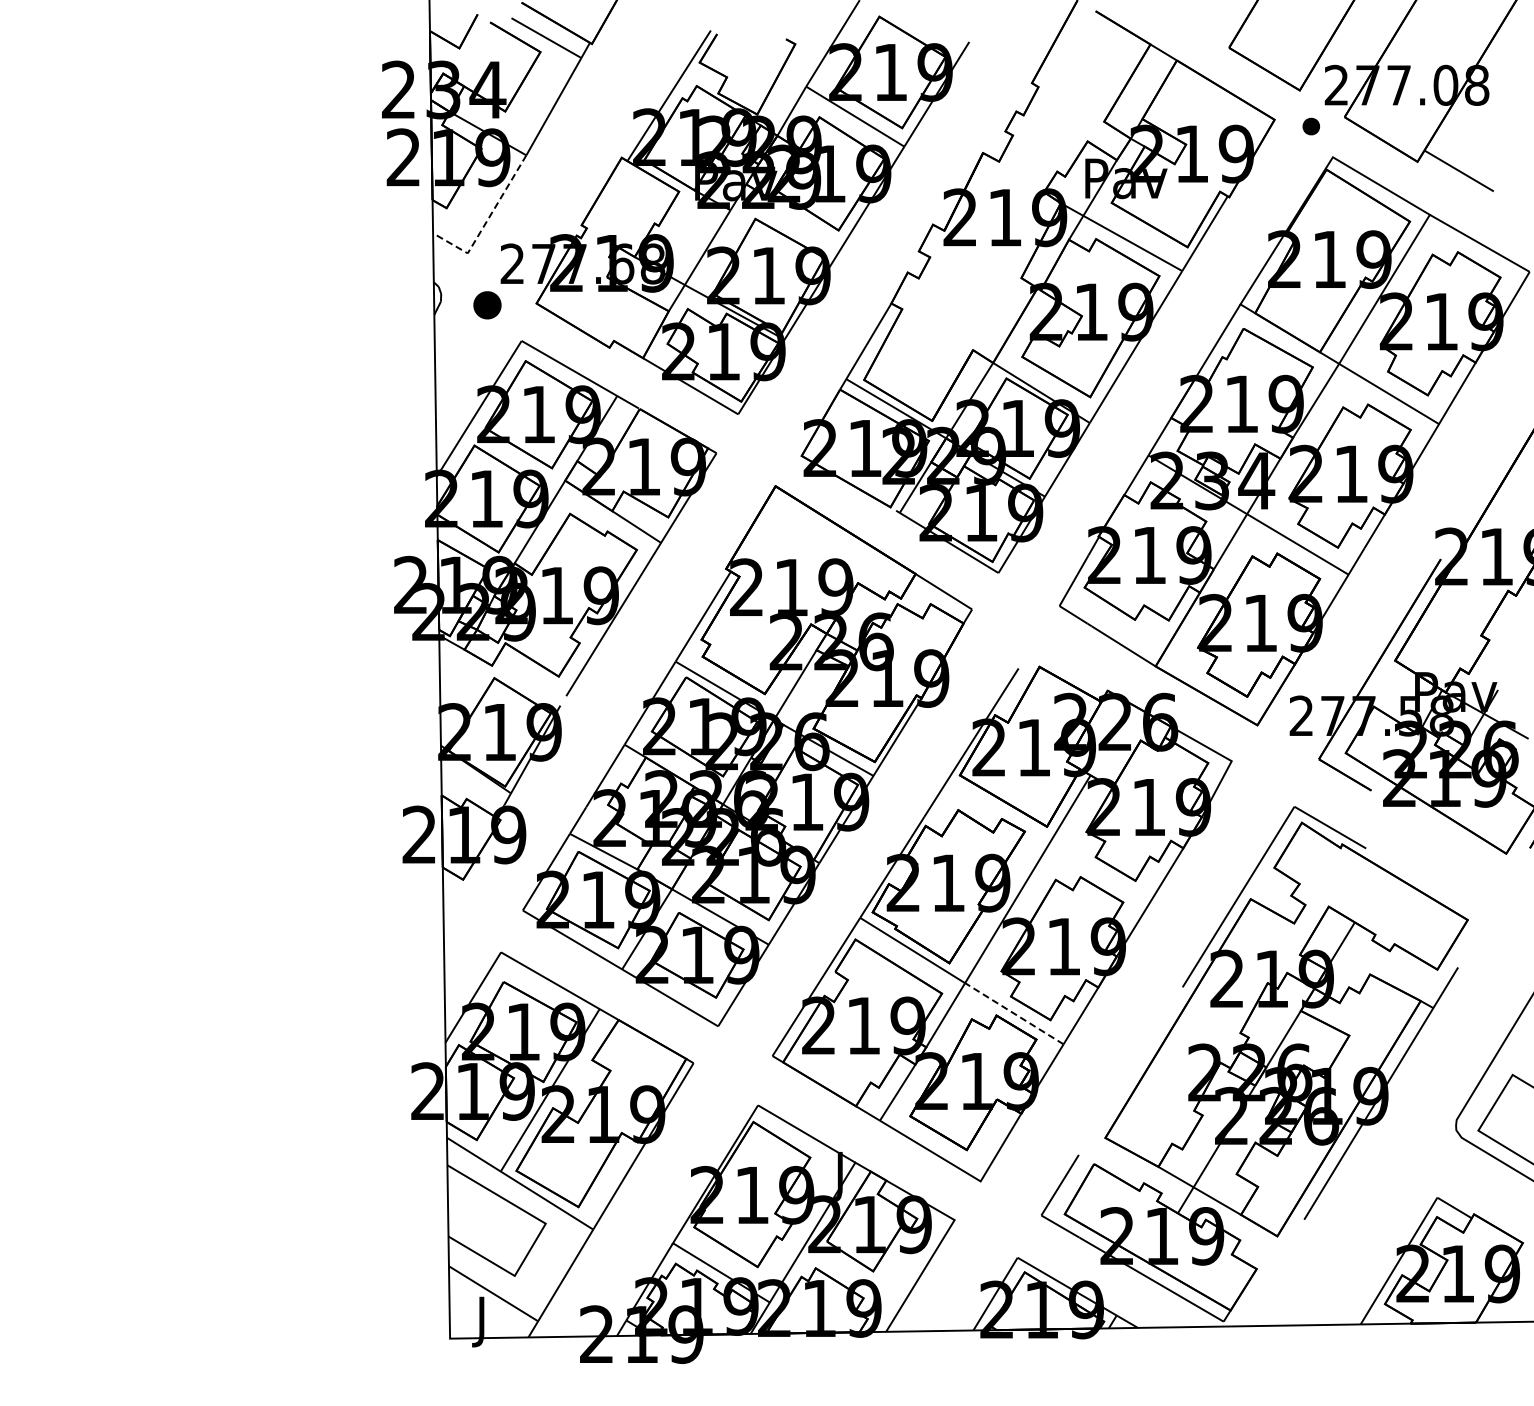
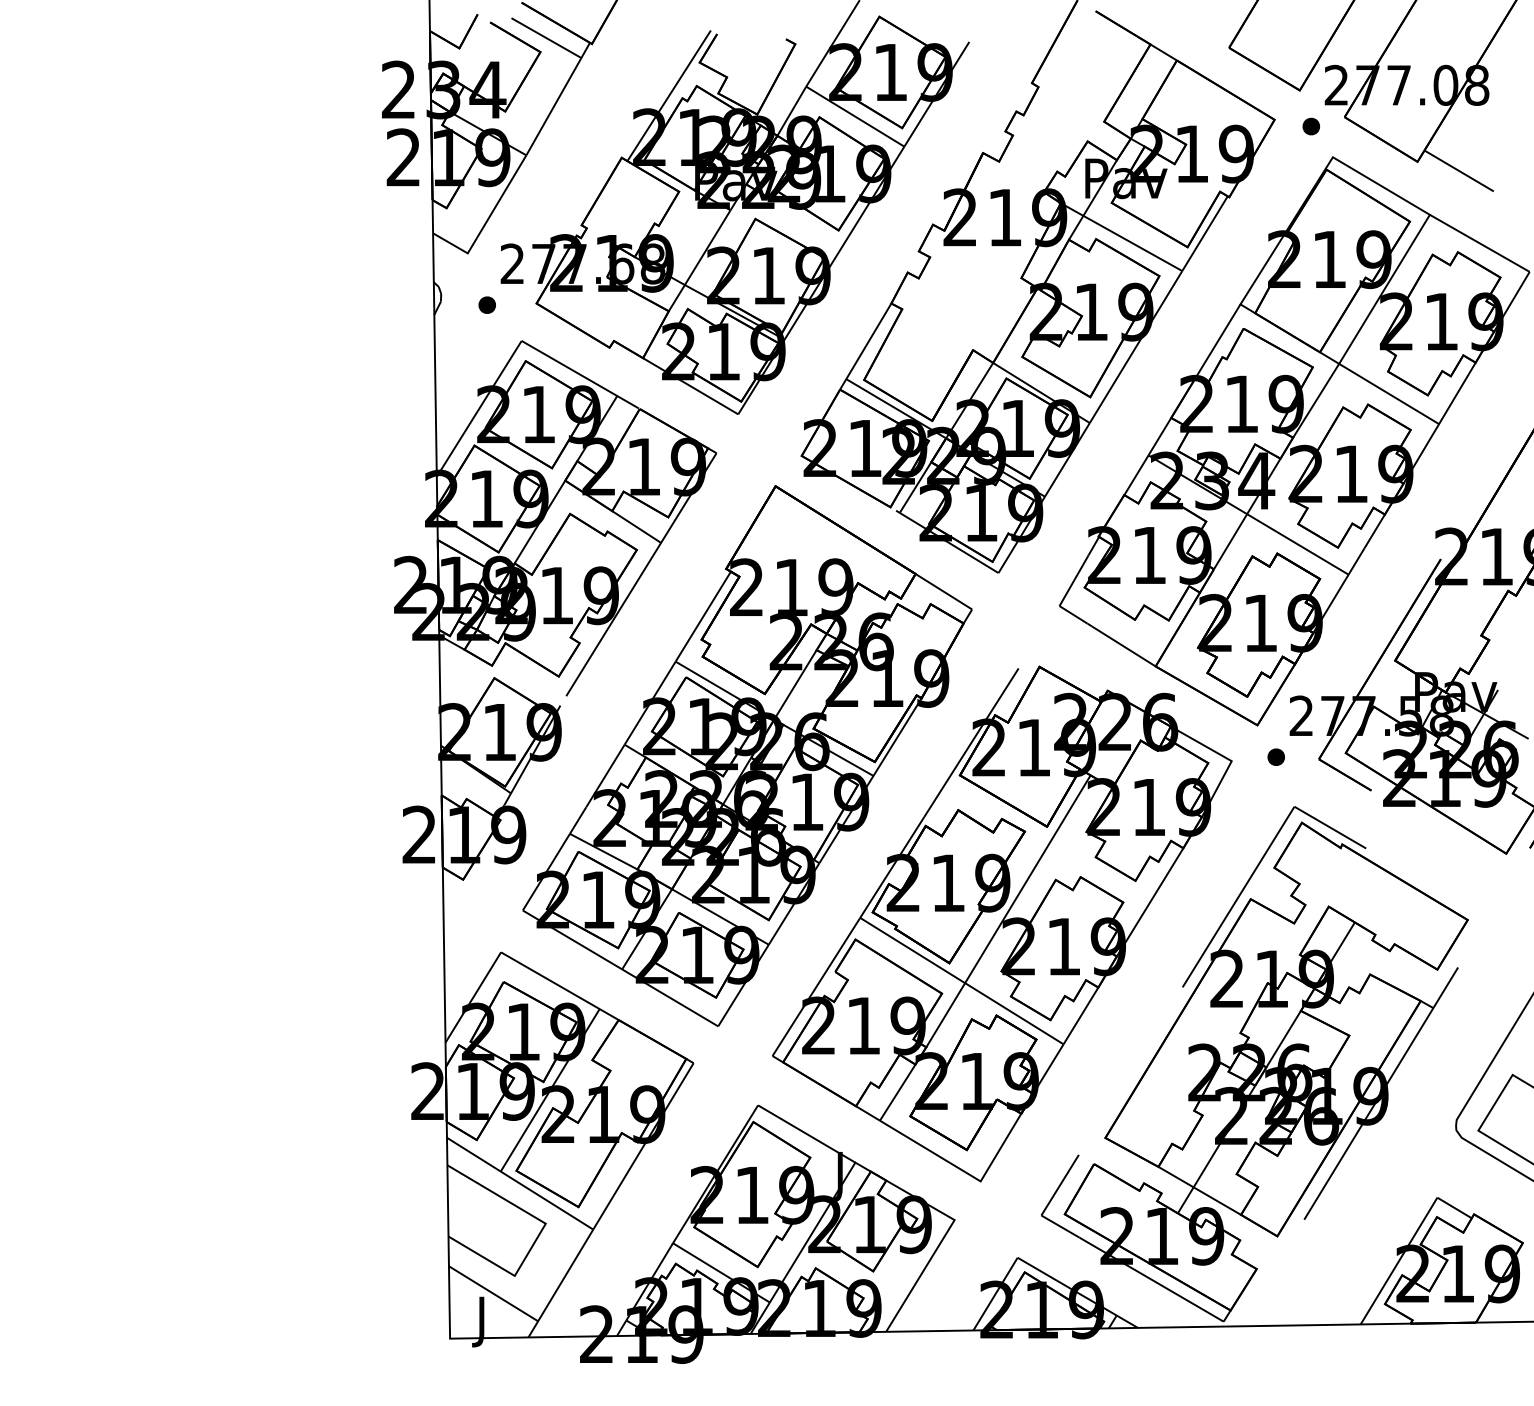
line at (486, 222): dashed -> solid
part at (487, 305) size: 29x29 px -> 18x18 px
part at (1275, 756): none -> present
line at (1014, 1013): dashed -> solid
